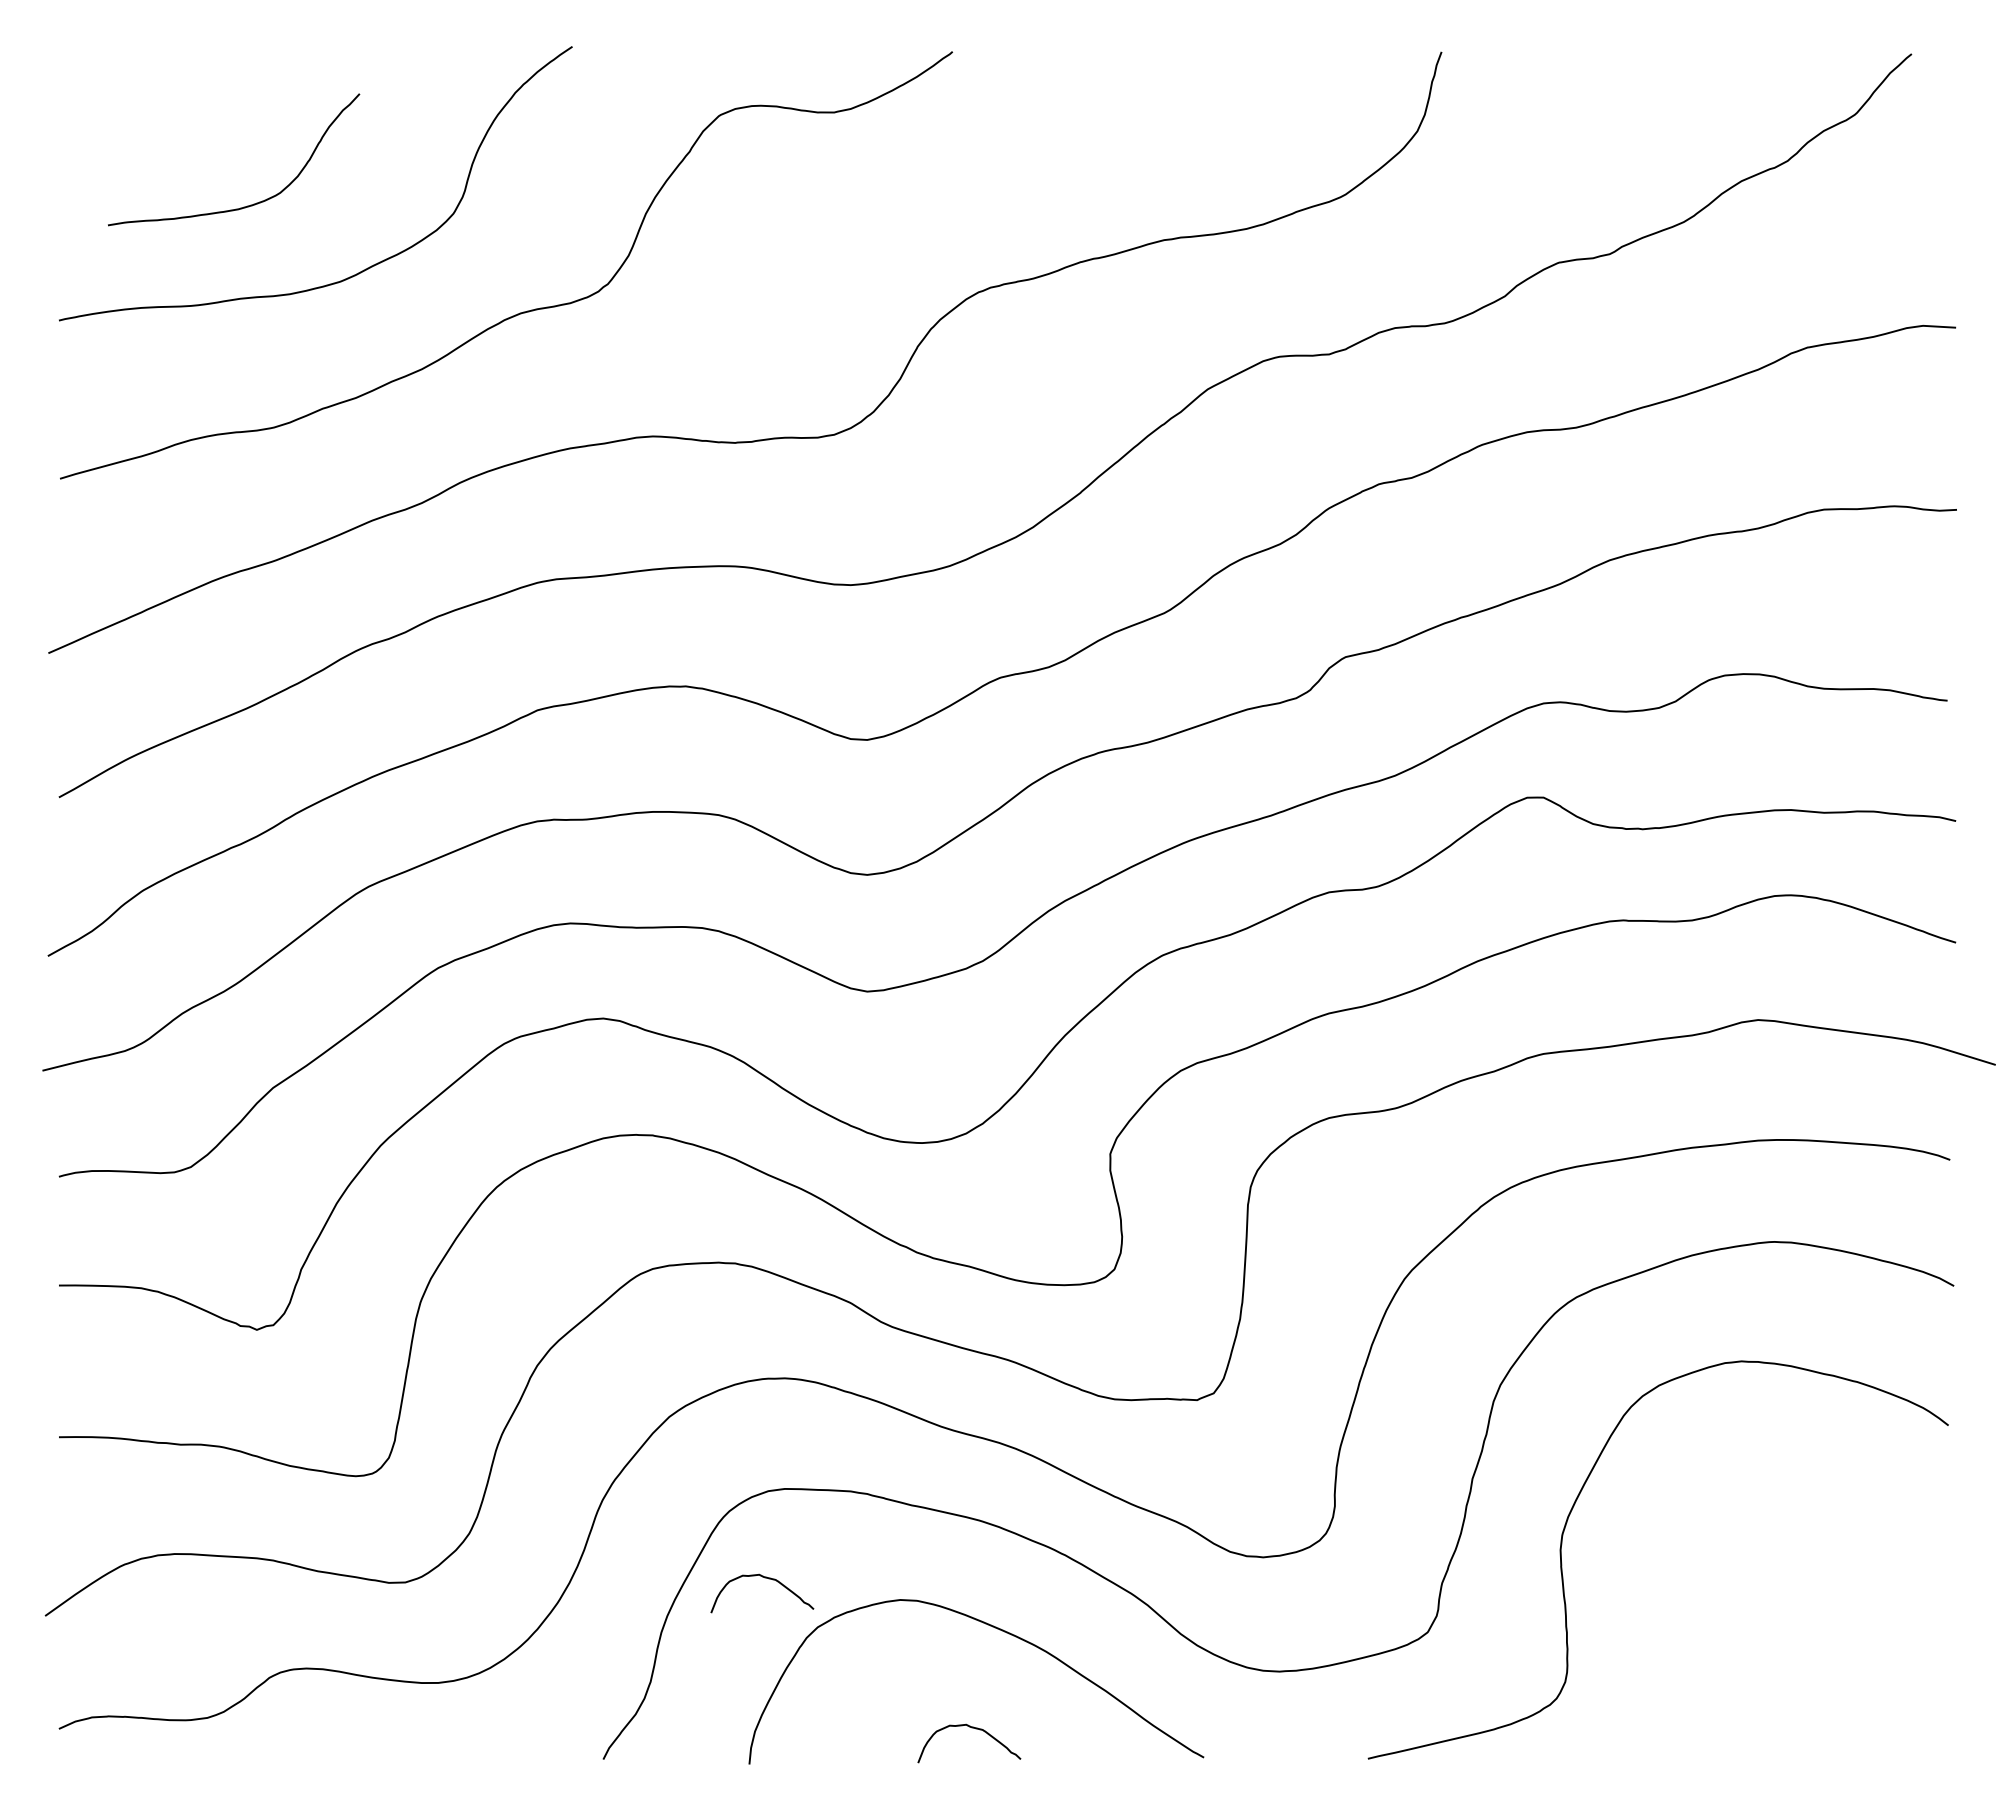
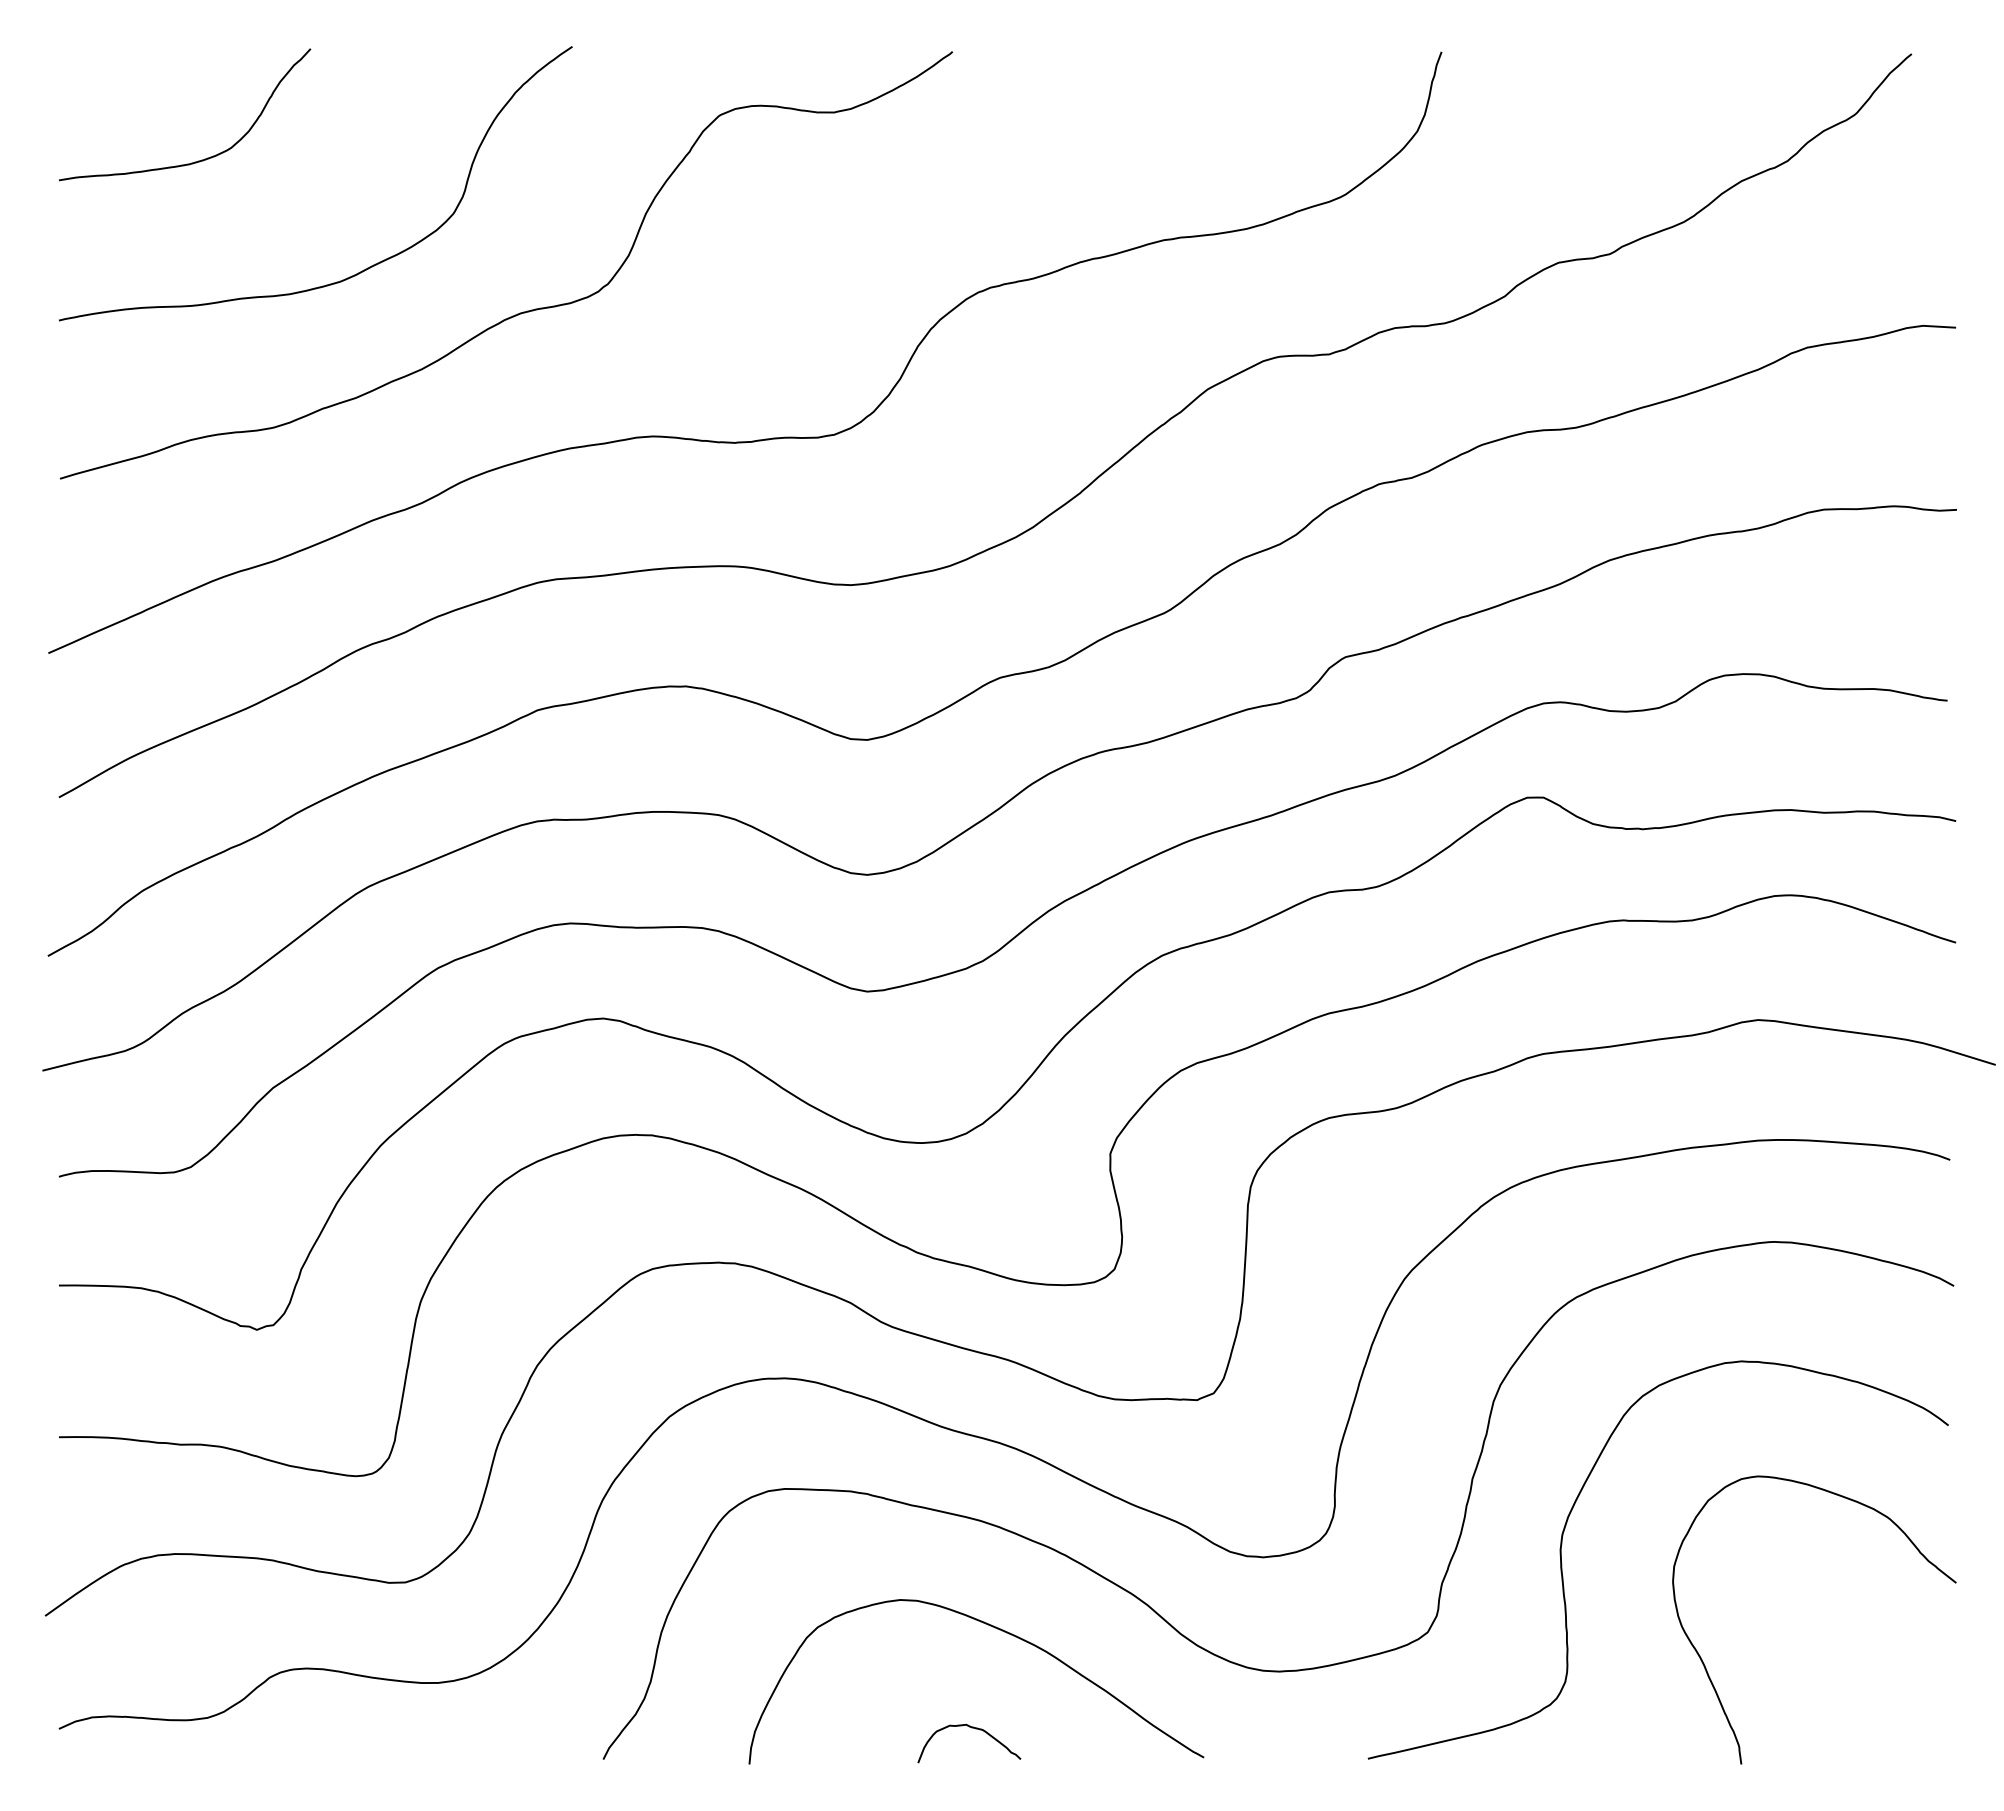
curve at (250, 204) position: (250, 204) -> (201, 159)
curve at (764, 1578): present -> none
curve at (1705, 1665): none -> present
